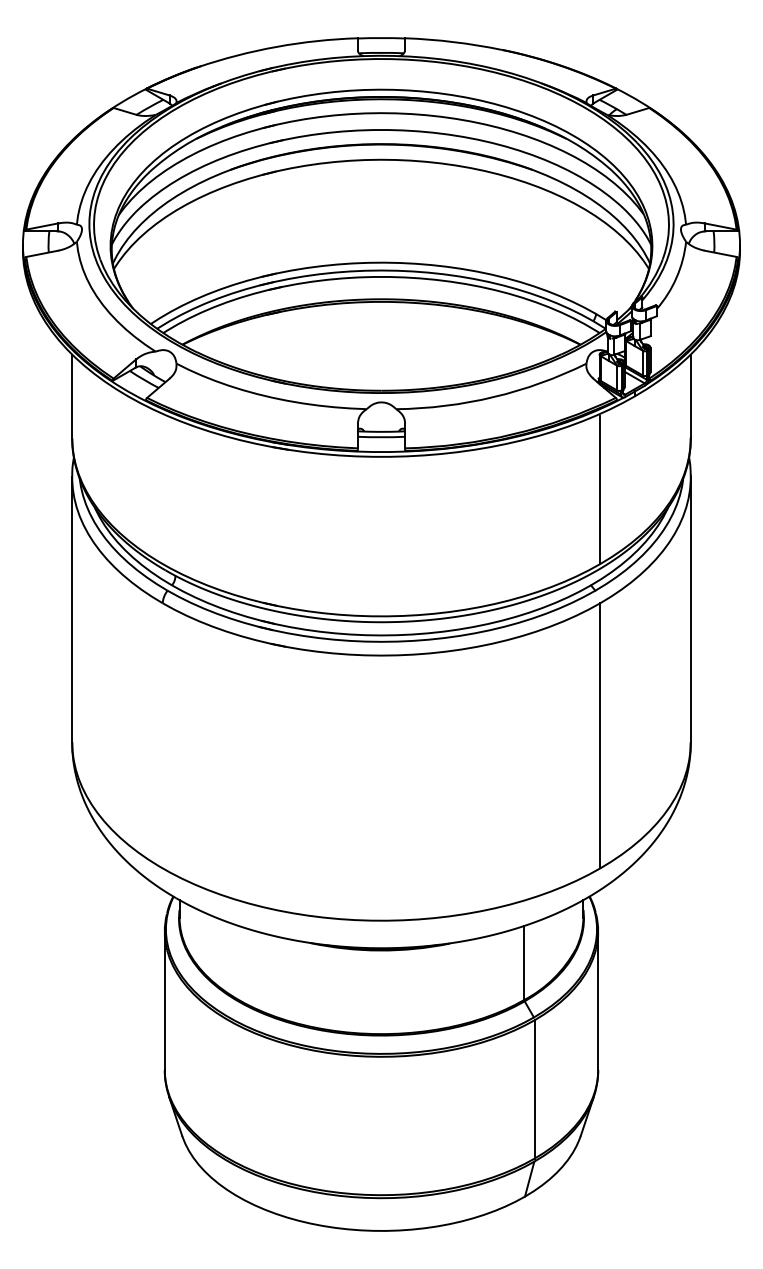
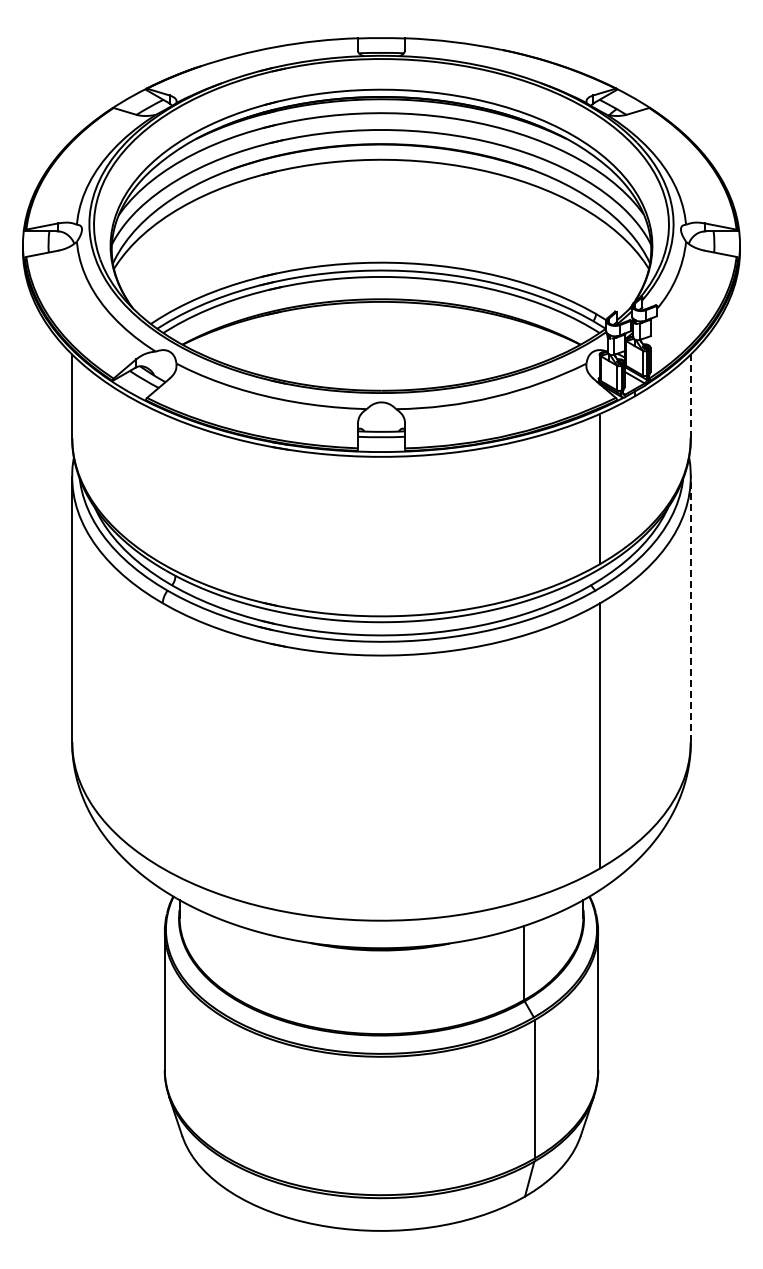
line at (690, 396): solid -> dashed
line at (690, 609): solid -> dashed
